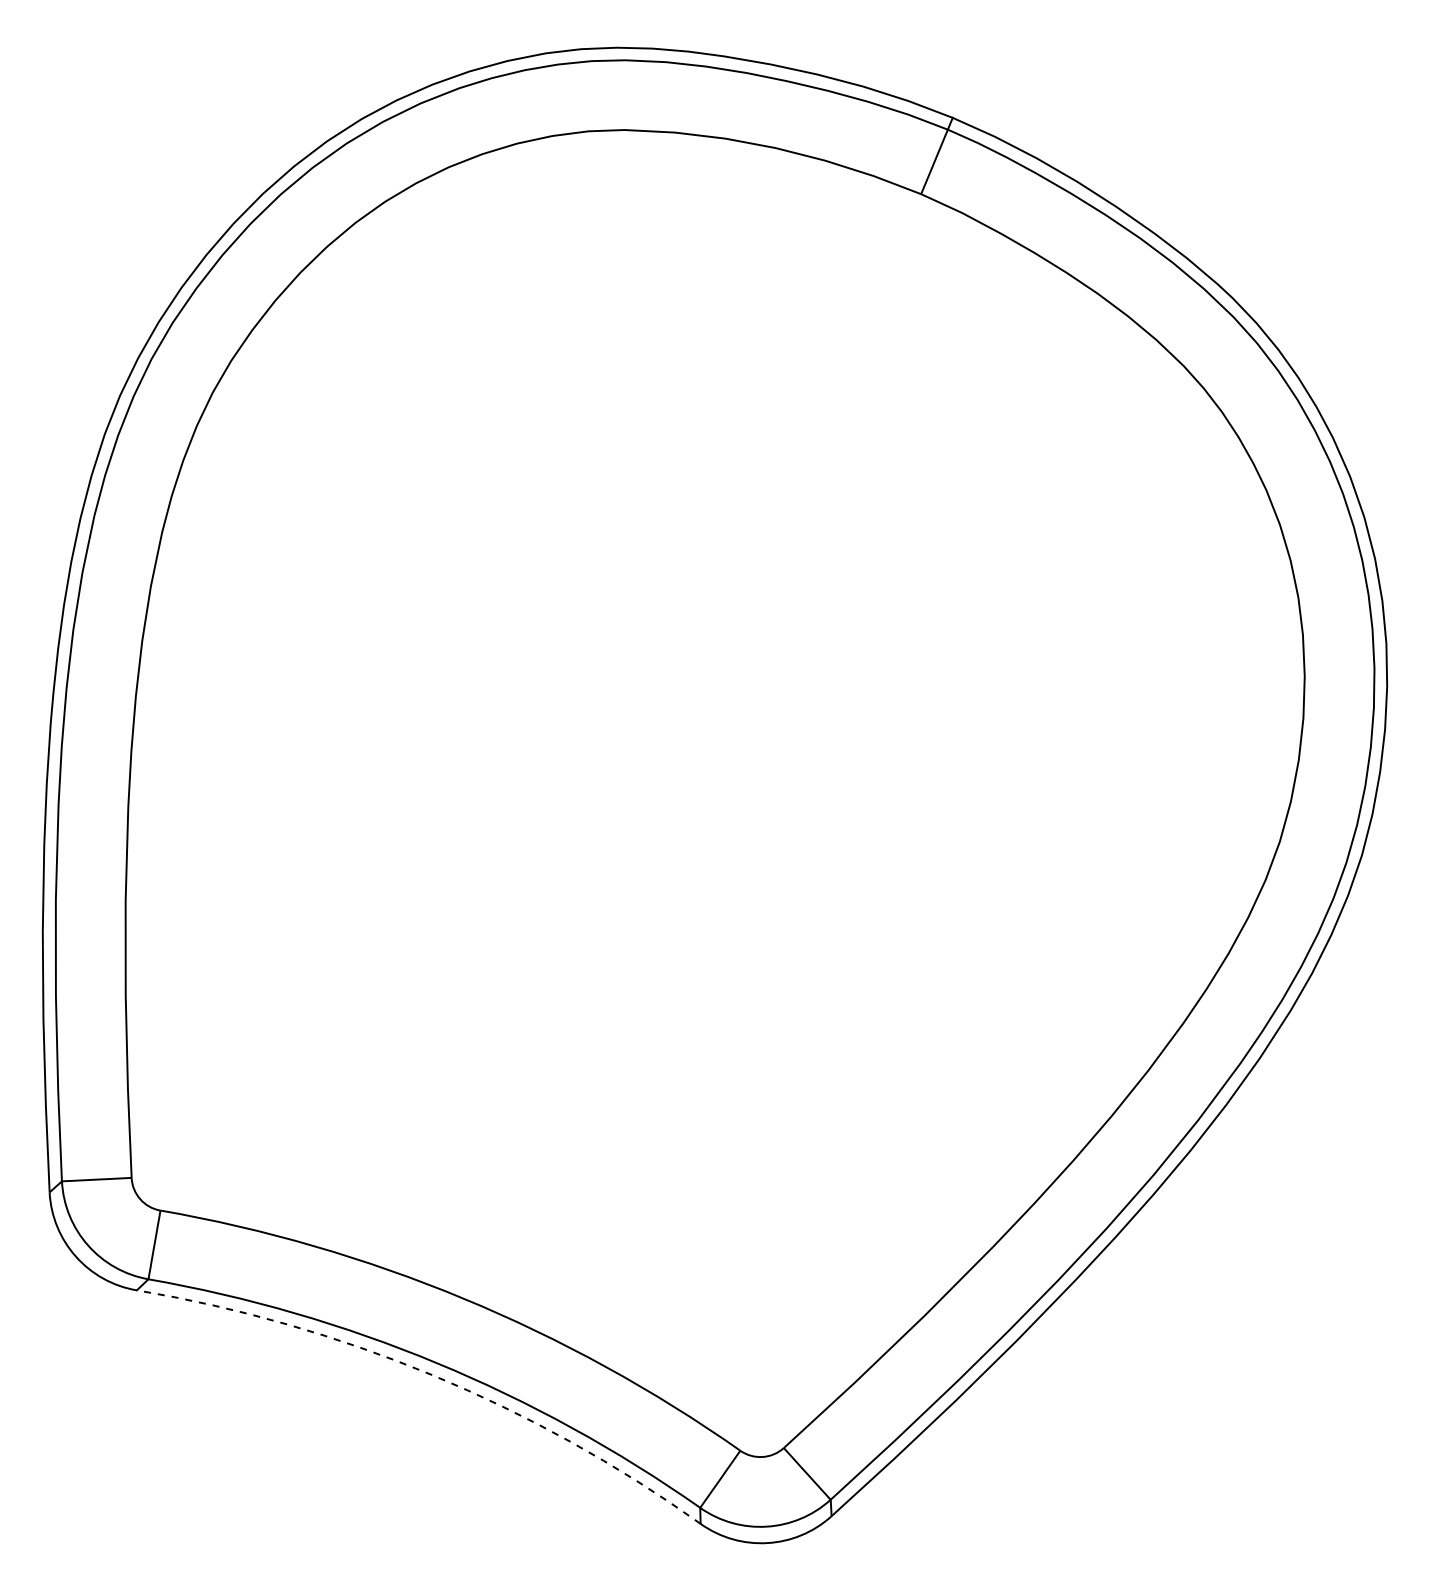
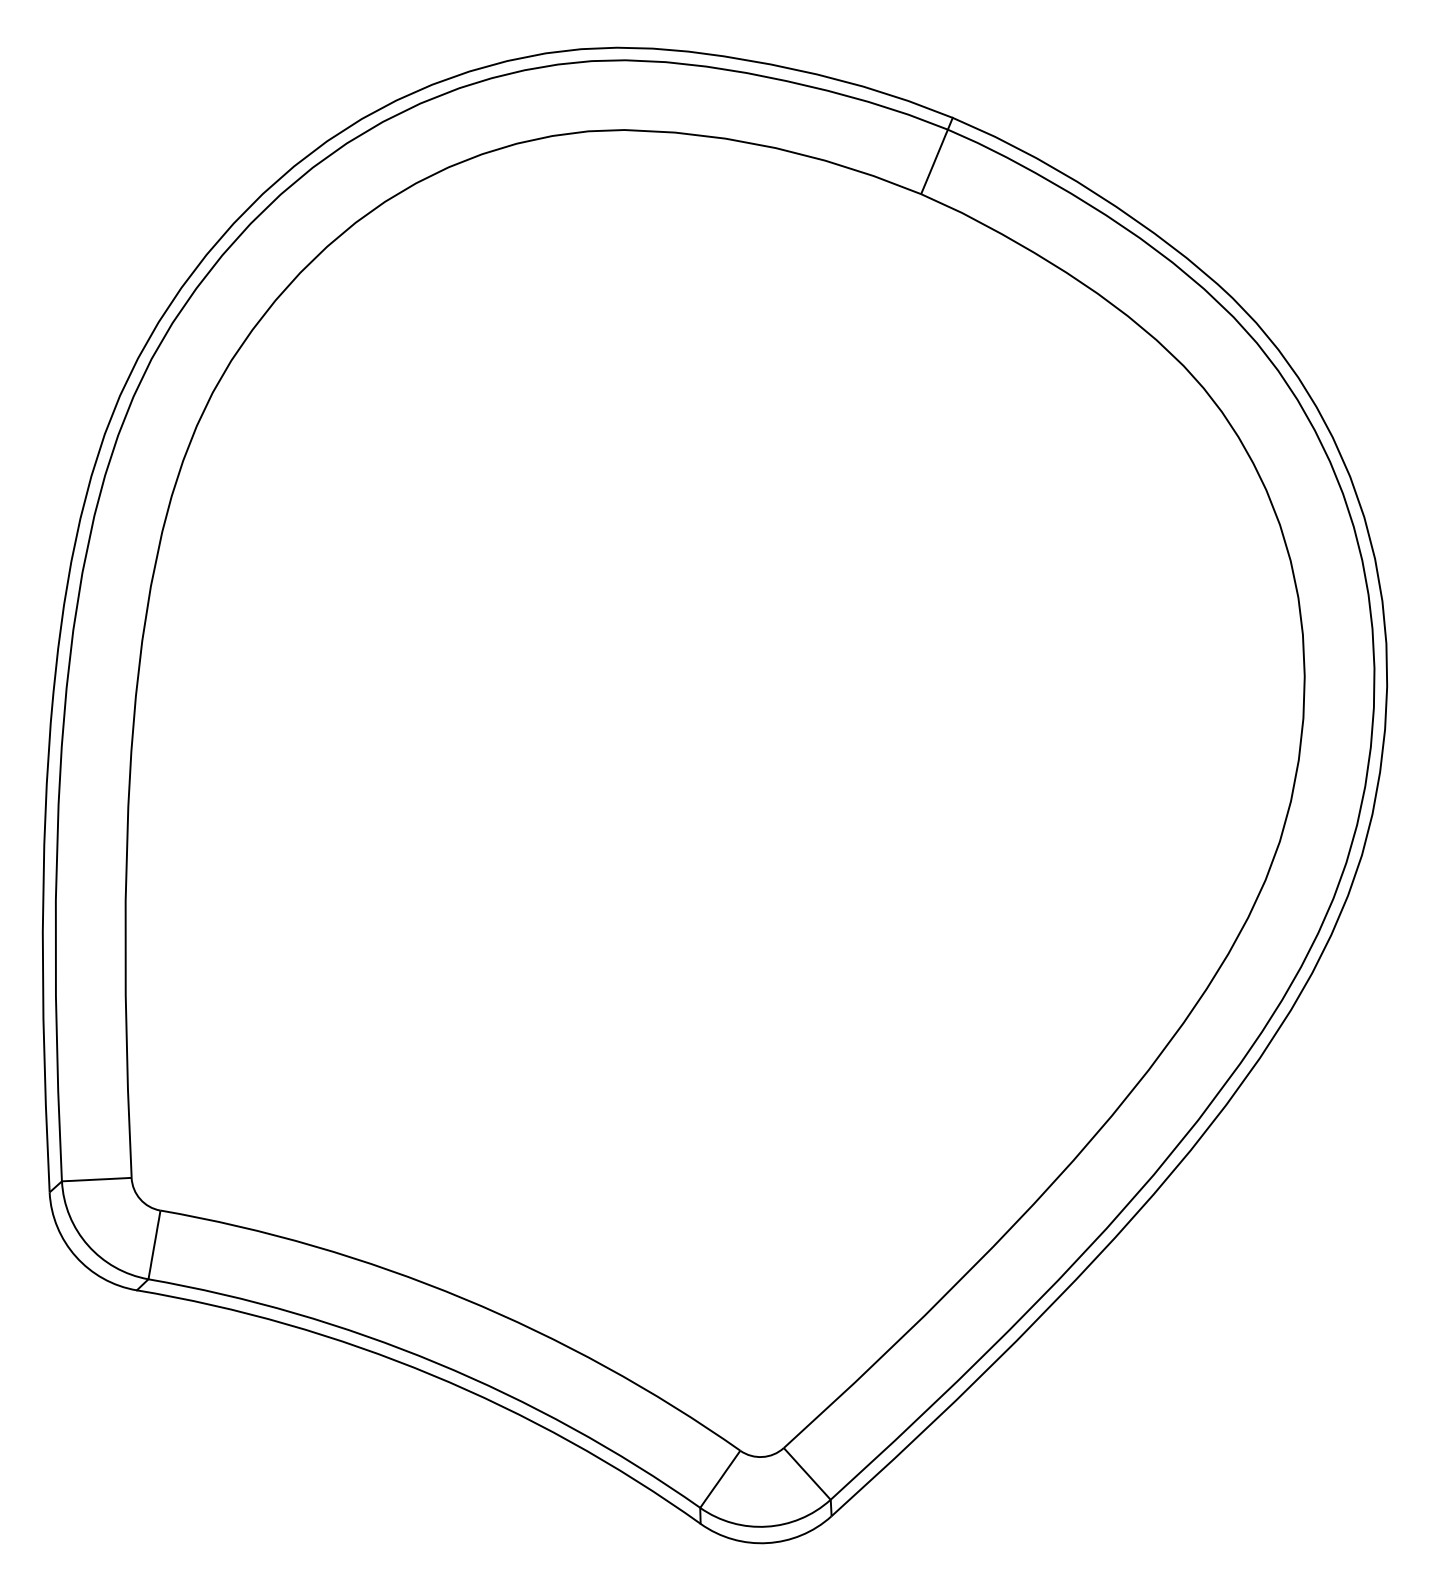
arc at (432, 1375): dashed -> solid
